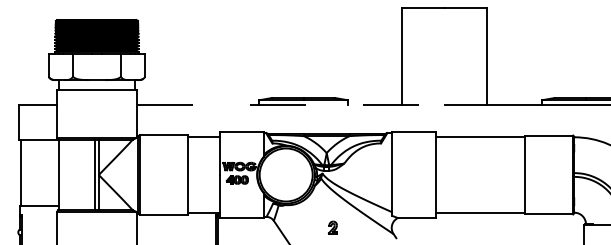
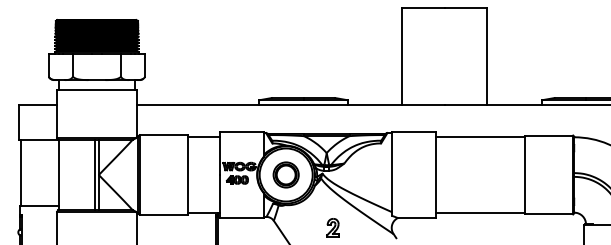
line at (291, 104): dashed -> solid
part at (285, 174): none -> present
part at (332, 227) size: 11x15 px -> 14x20 px
